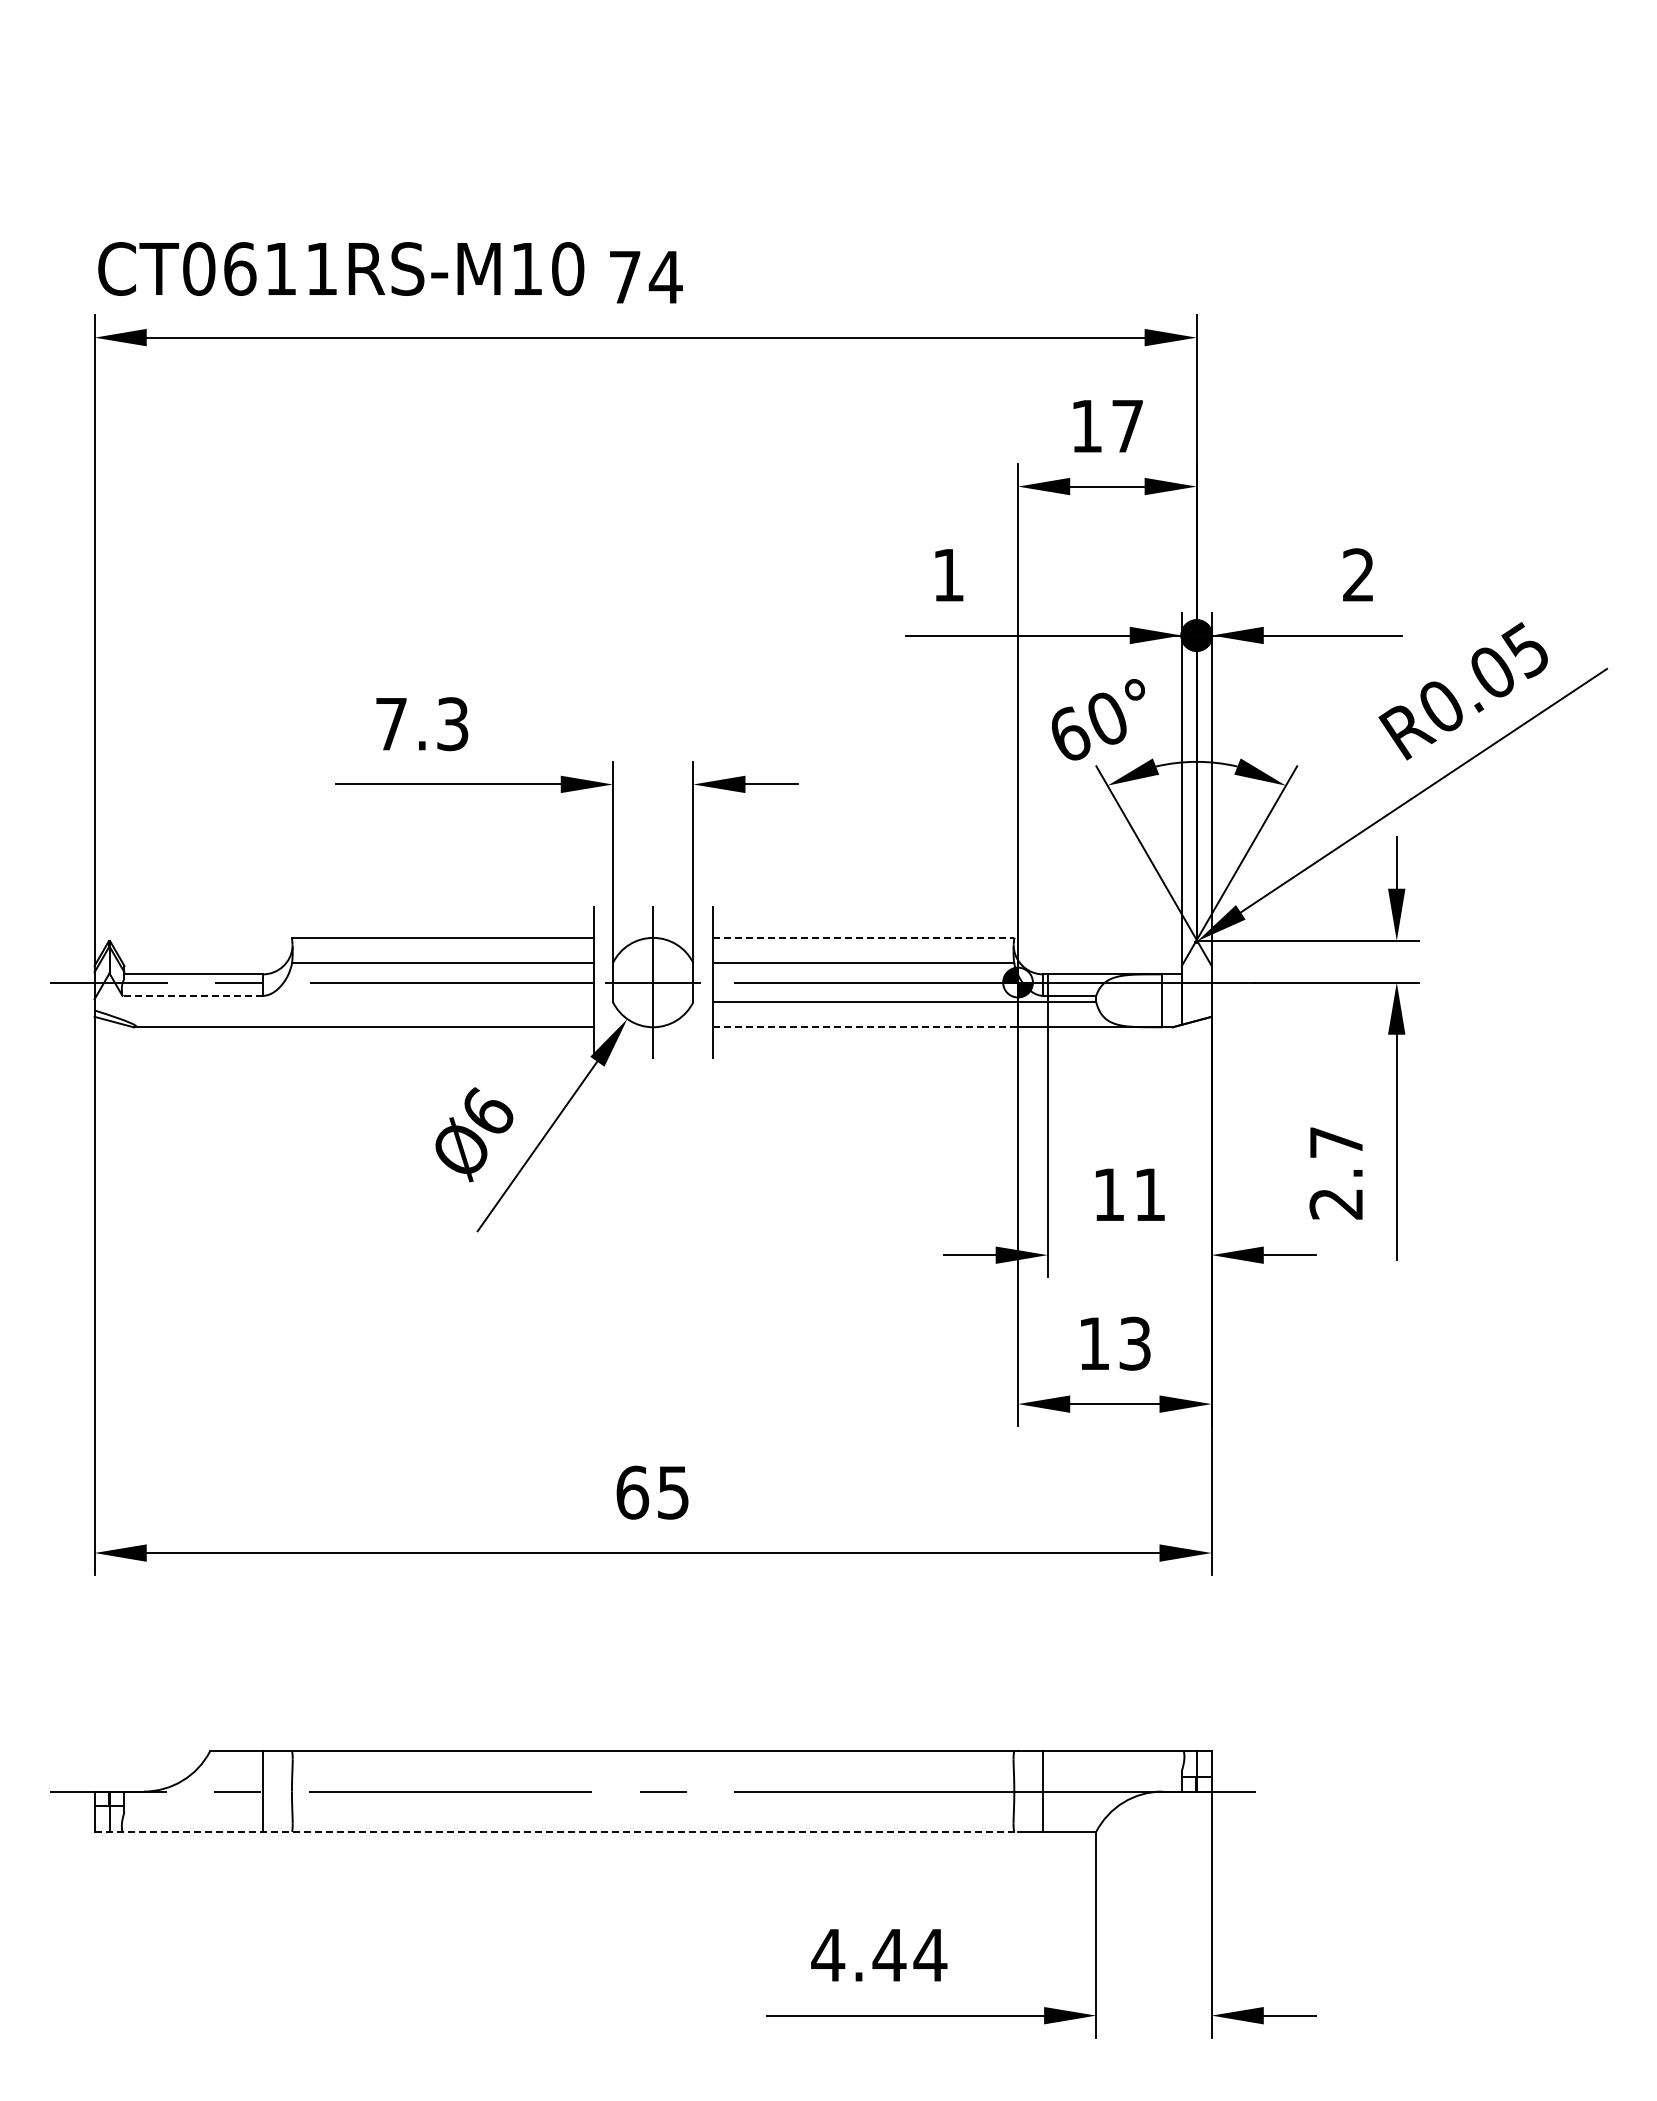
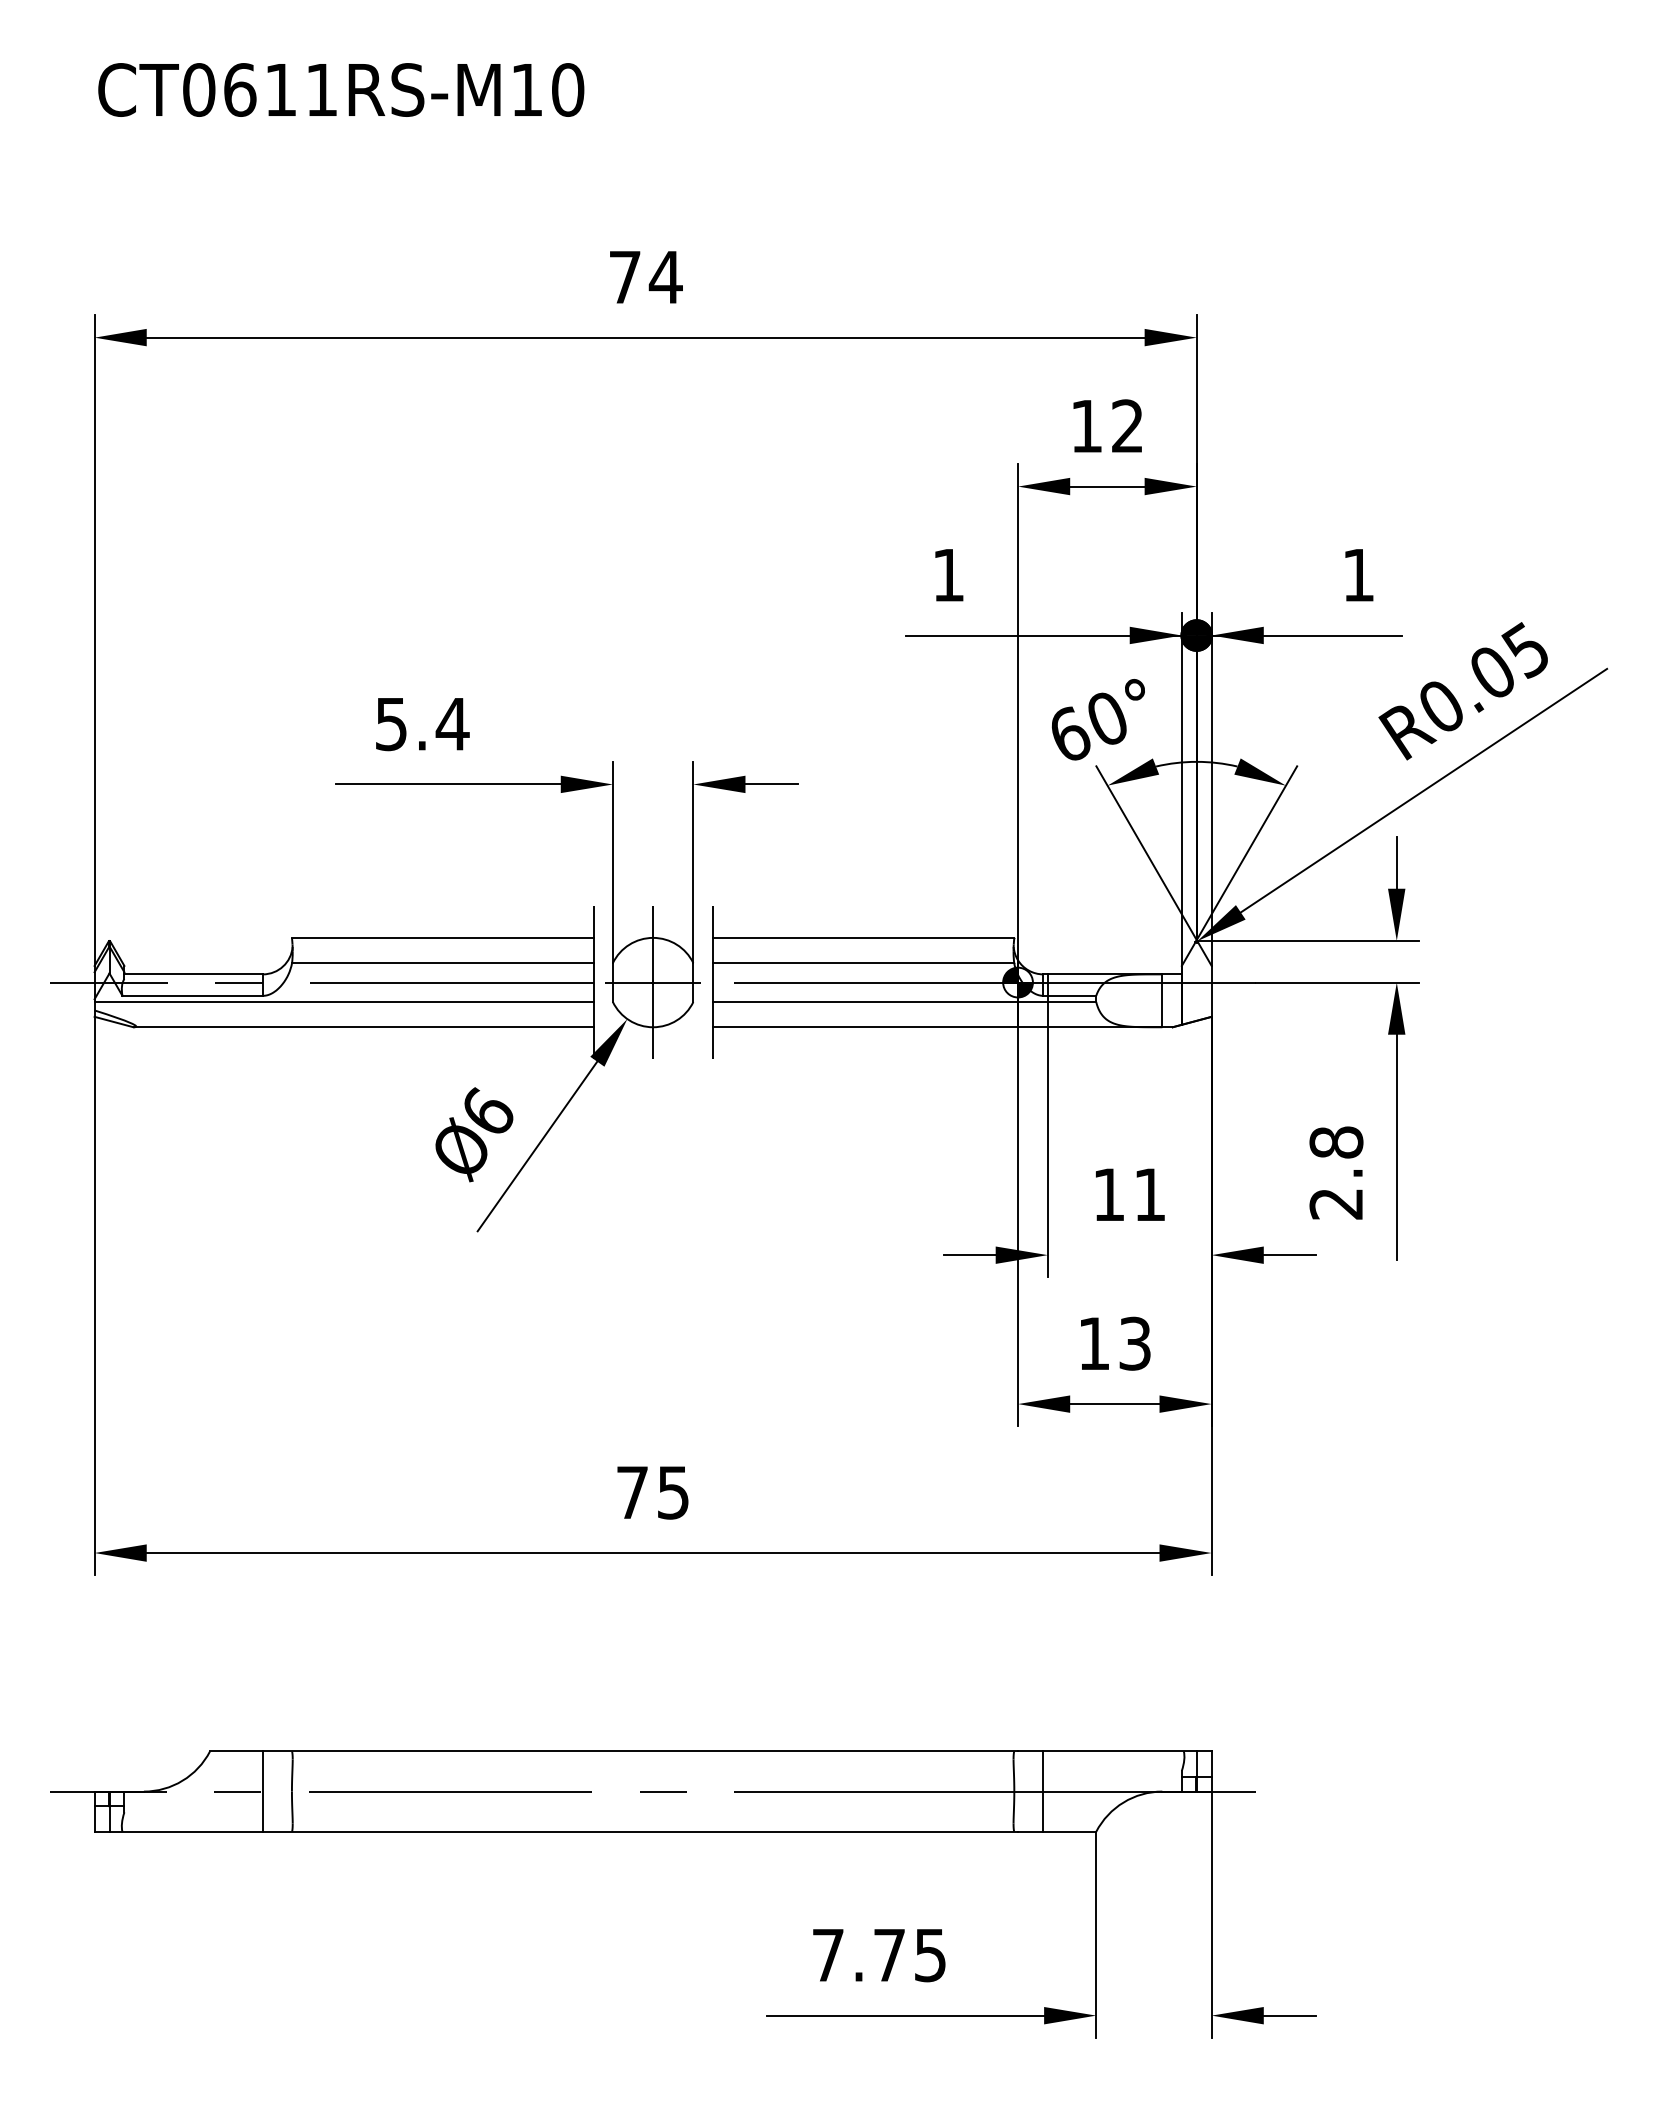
text at (341, 268) position: (341, 268) -> (341, 89)
text at (1127, 425): 17 -> 12
text at (1358, 574): 2 -> 1
text at (422, 724): 7.3 -> 5.4
line at (863, 937): dashed -> solid
line at (192, 995): dashed -> solid
line at (343, 1002): none -> present
line at (865, 1027): dashed -> solid
text at (1336, 1142): 2.7 -> 2.8
text at (632, 1492): 65 -> 75
line at (556, 1831): dashed -> solid
text at (879, 1955): 4.44 -> 7.75
